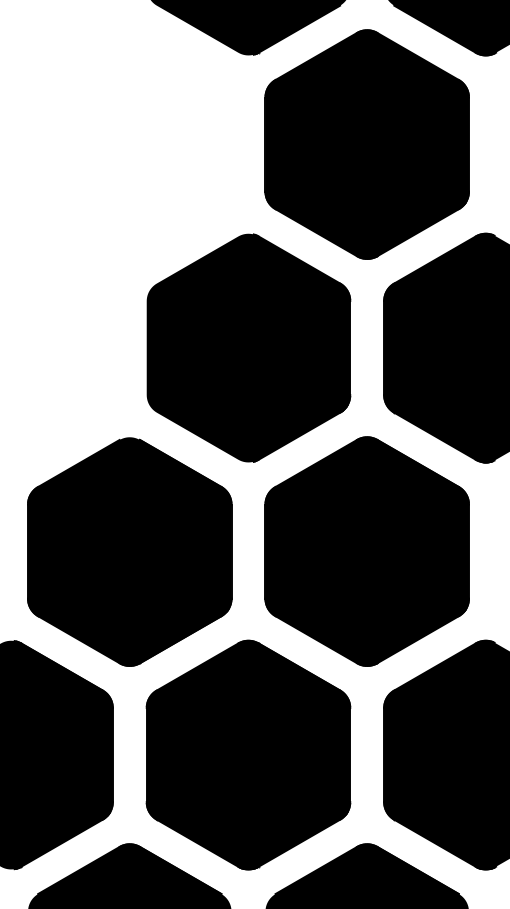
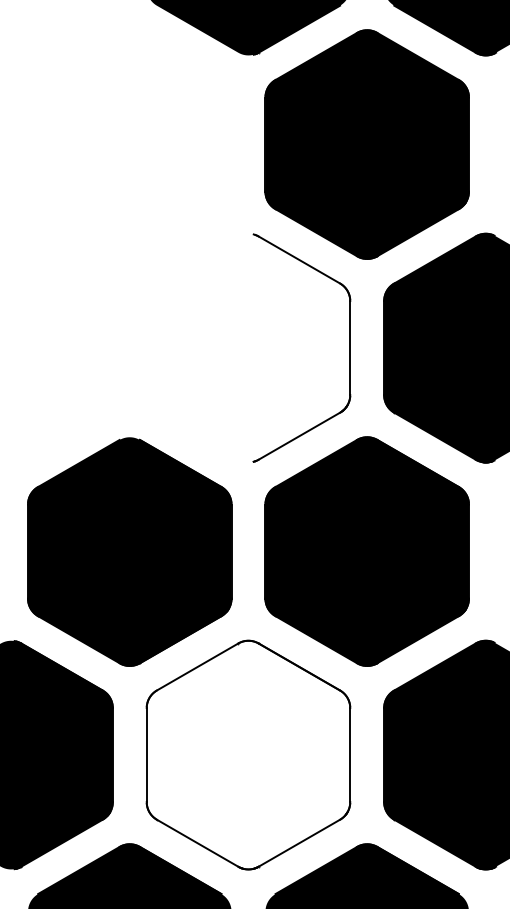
fill at (248, 347): present -> none
fill at (248, 754): present -> none
